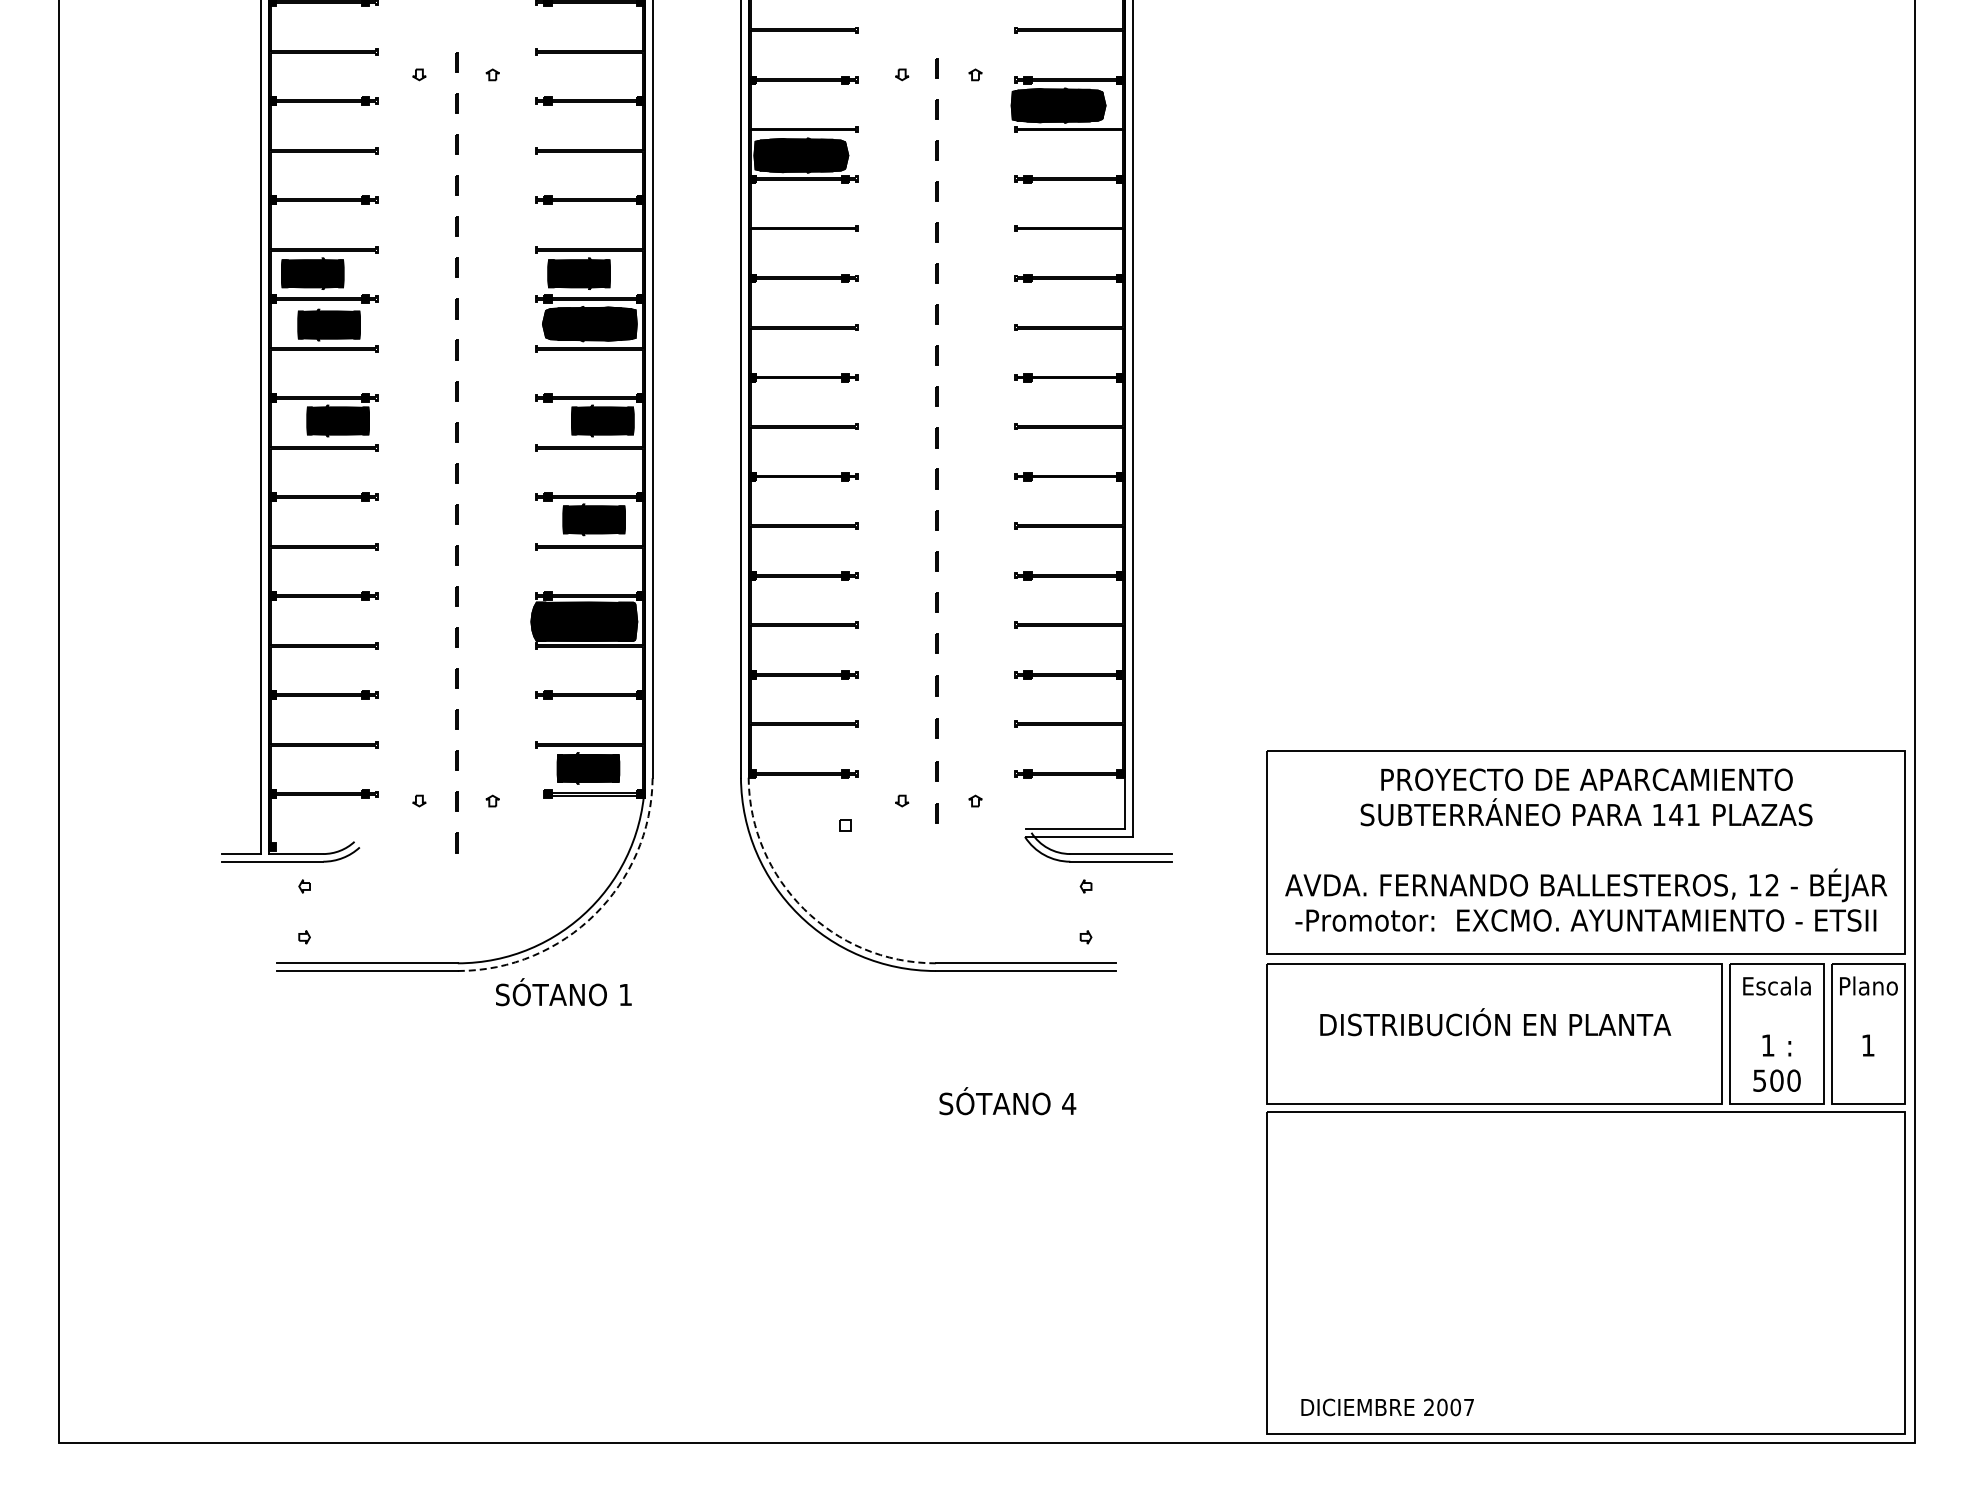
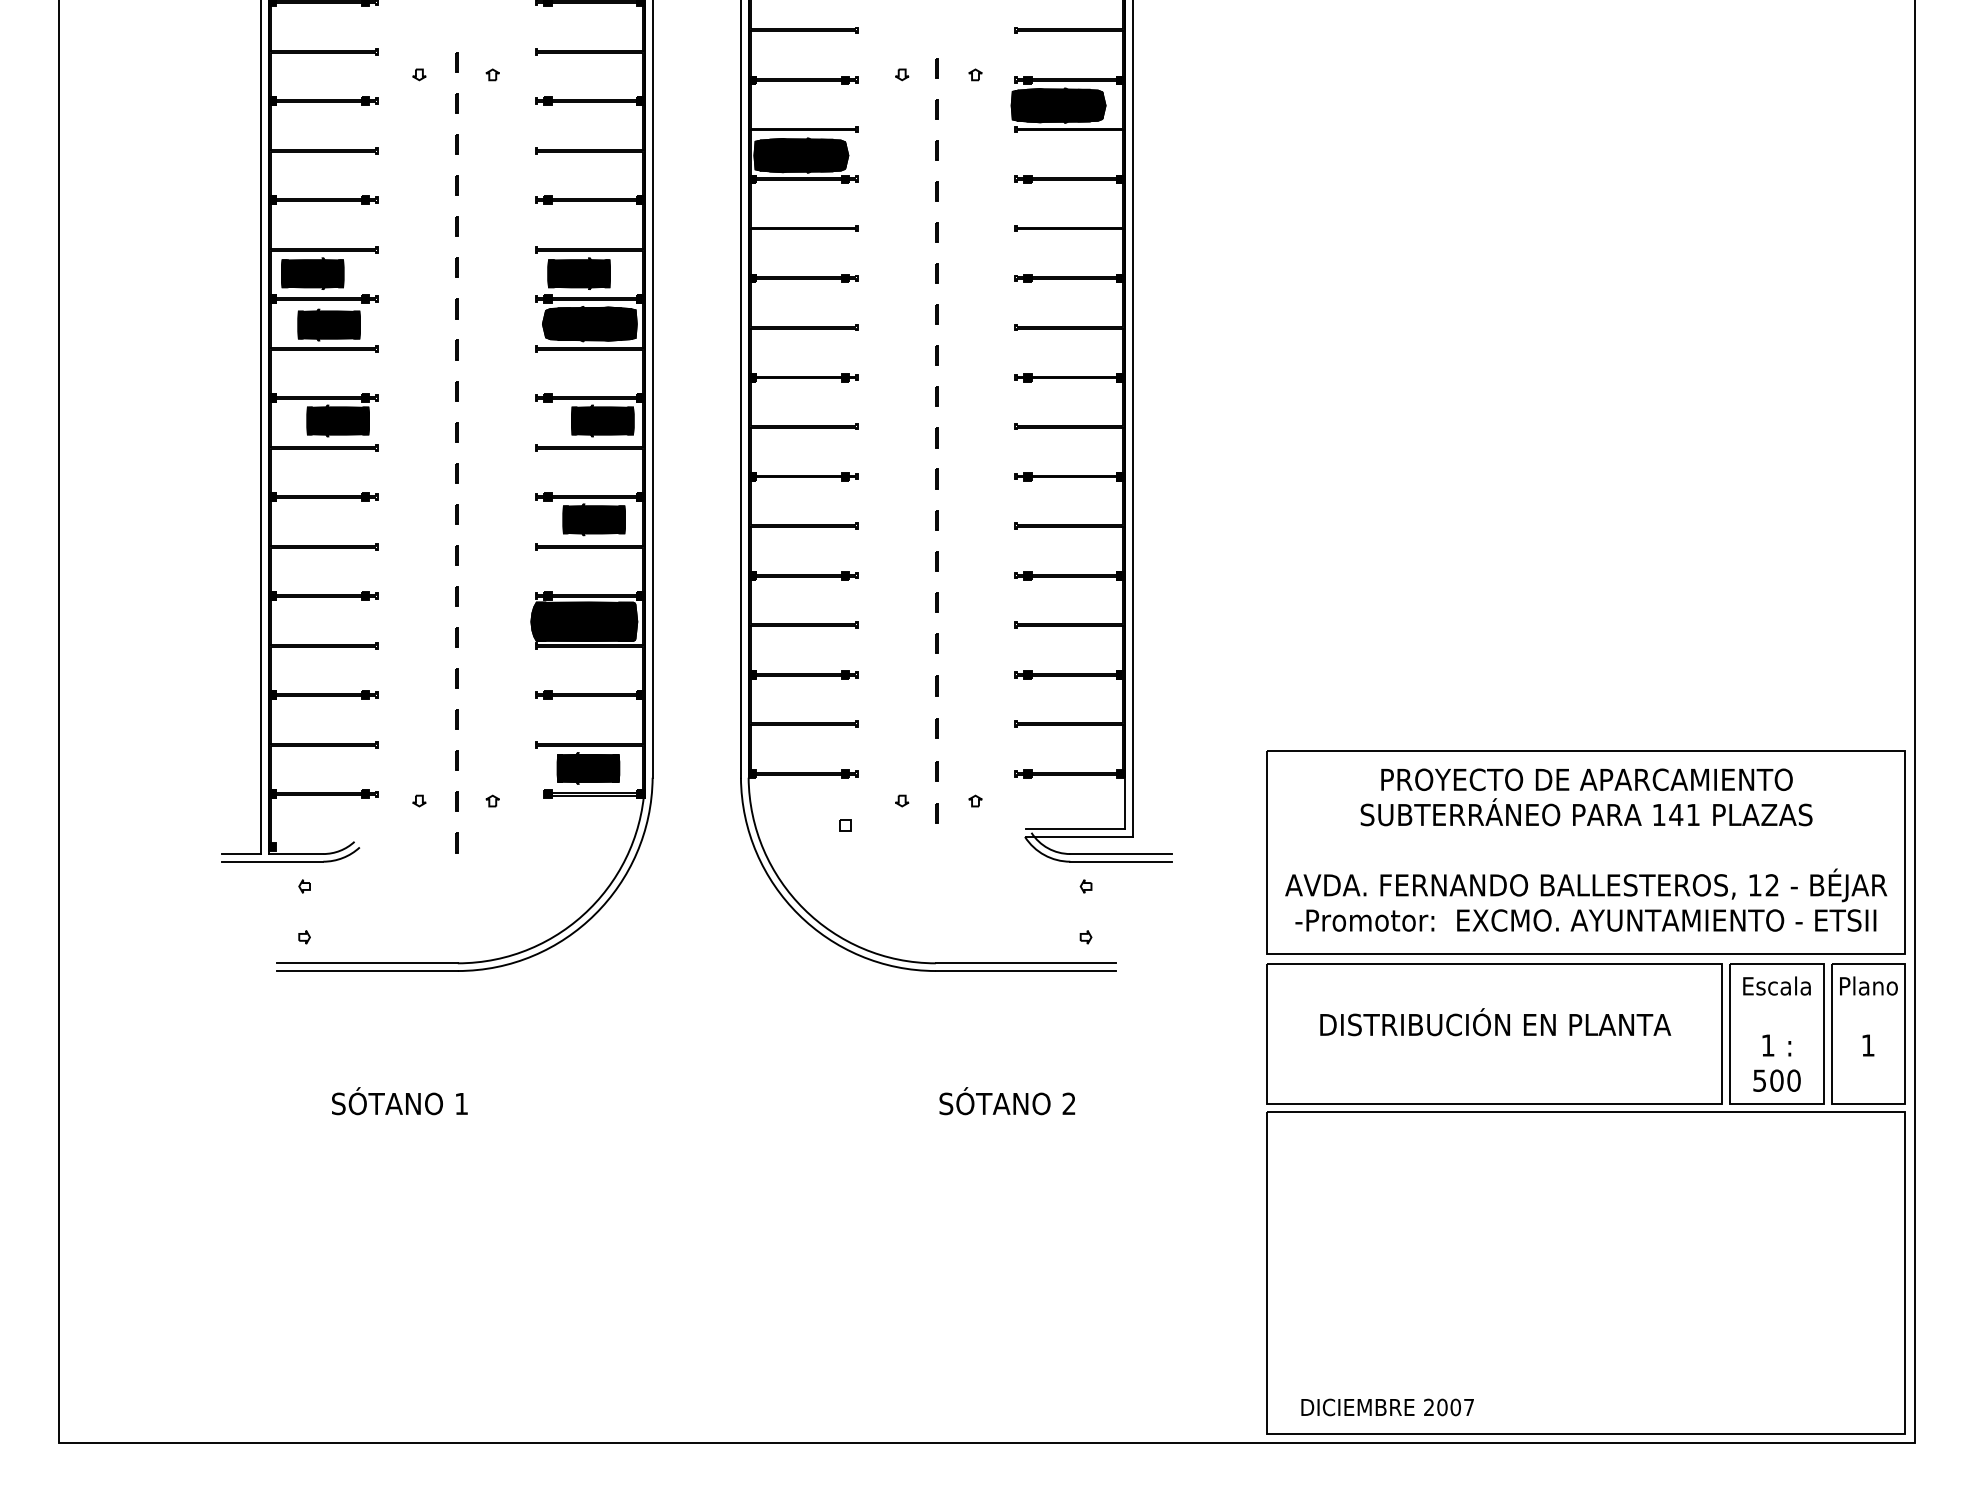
arc at (804, 909): dashed -> solid
arc at (595, 914): dashed -> solid
text at (563, 992) position: (563, 992) -> (399, 1101)
text at (1069, 1103): 4 -> 2
